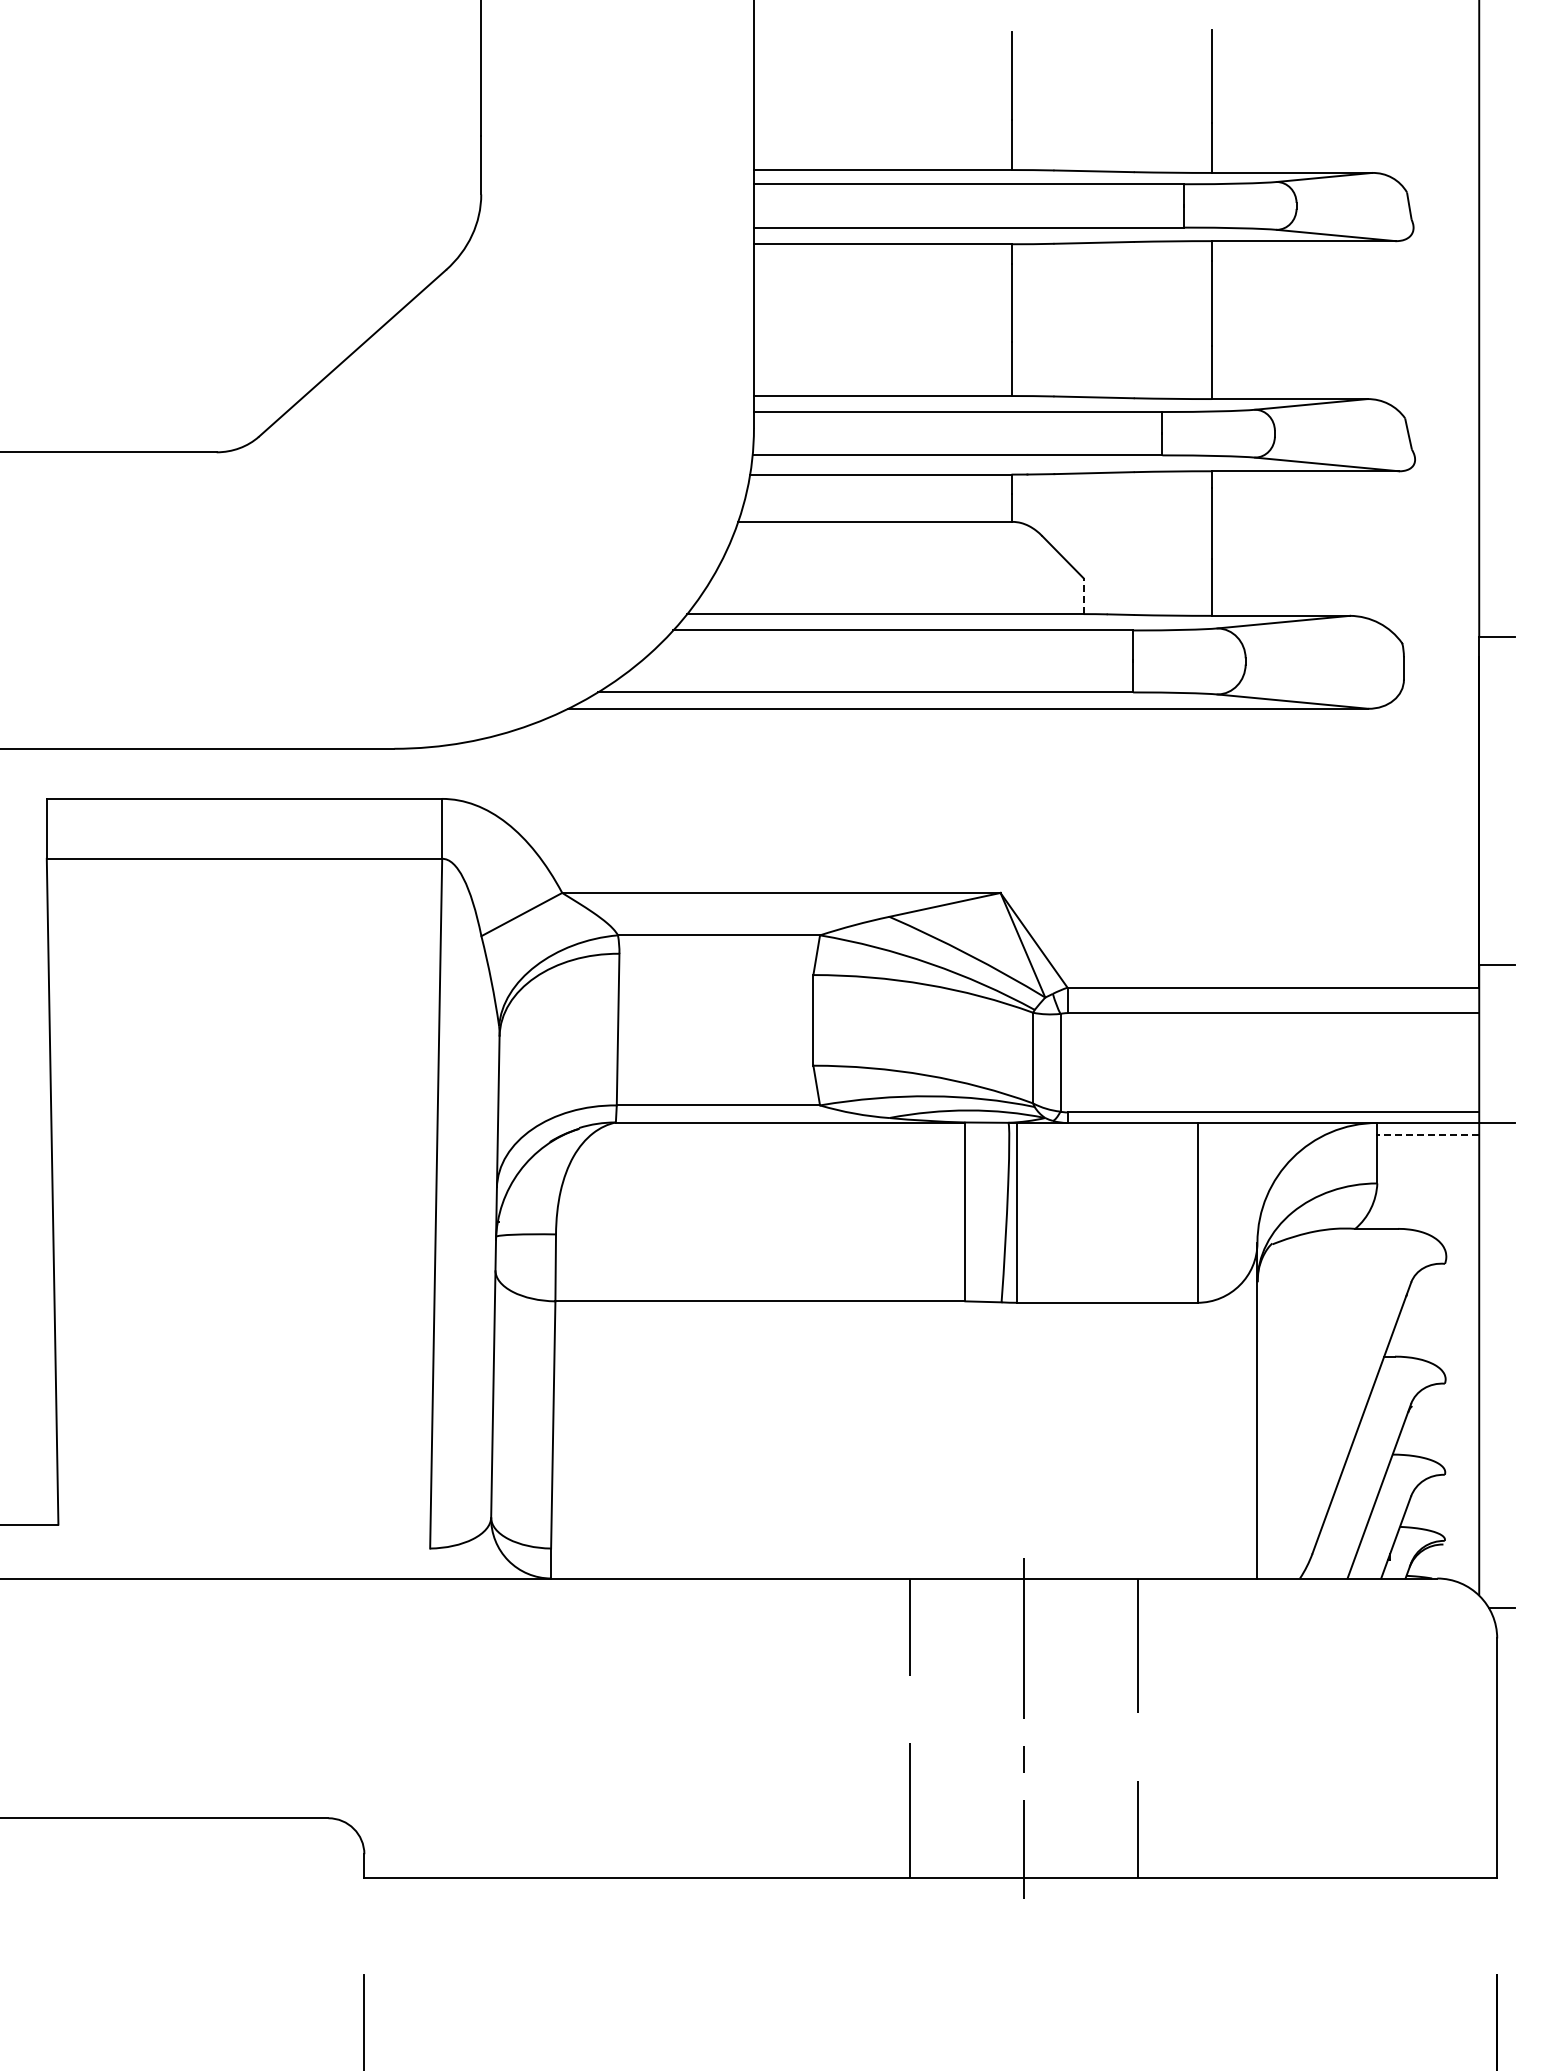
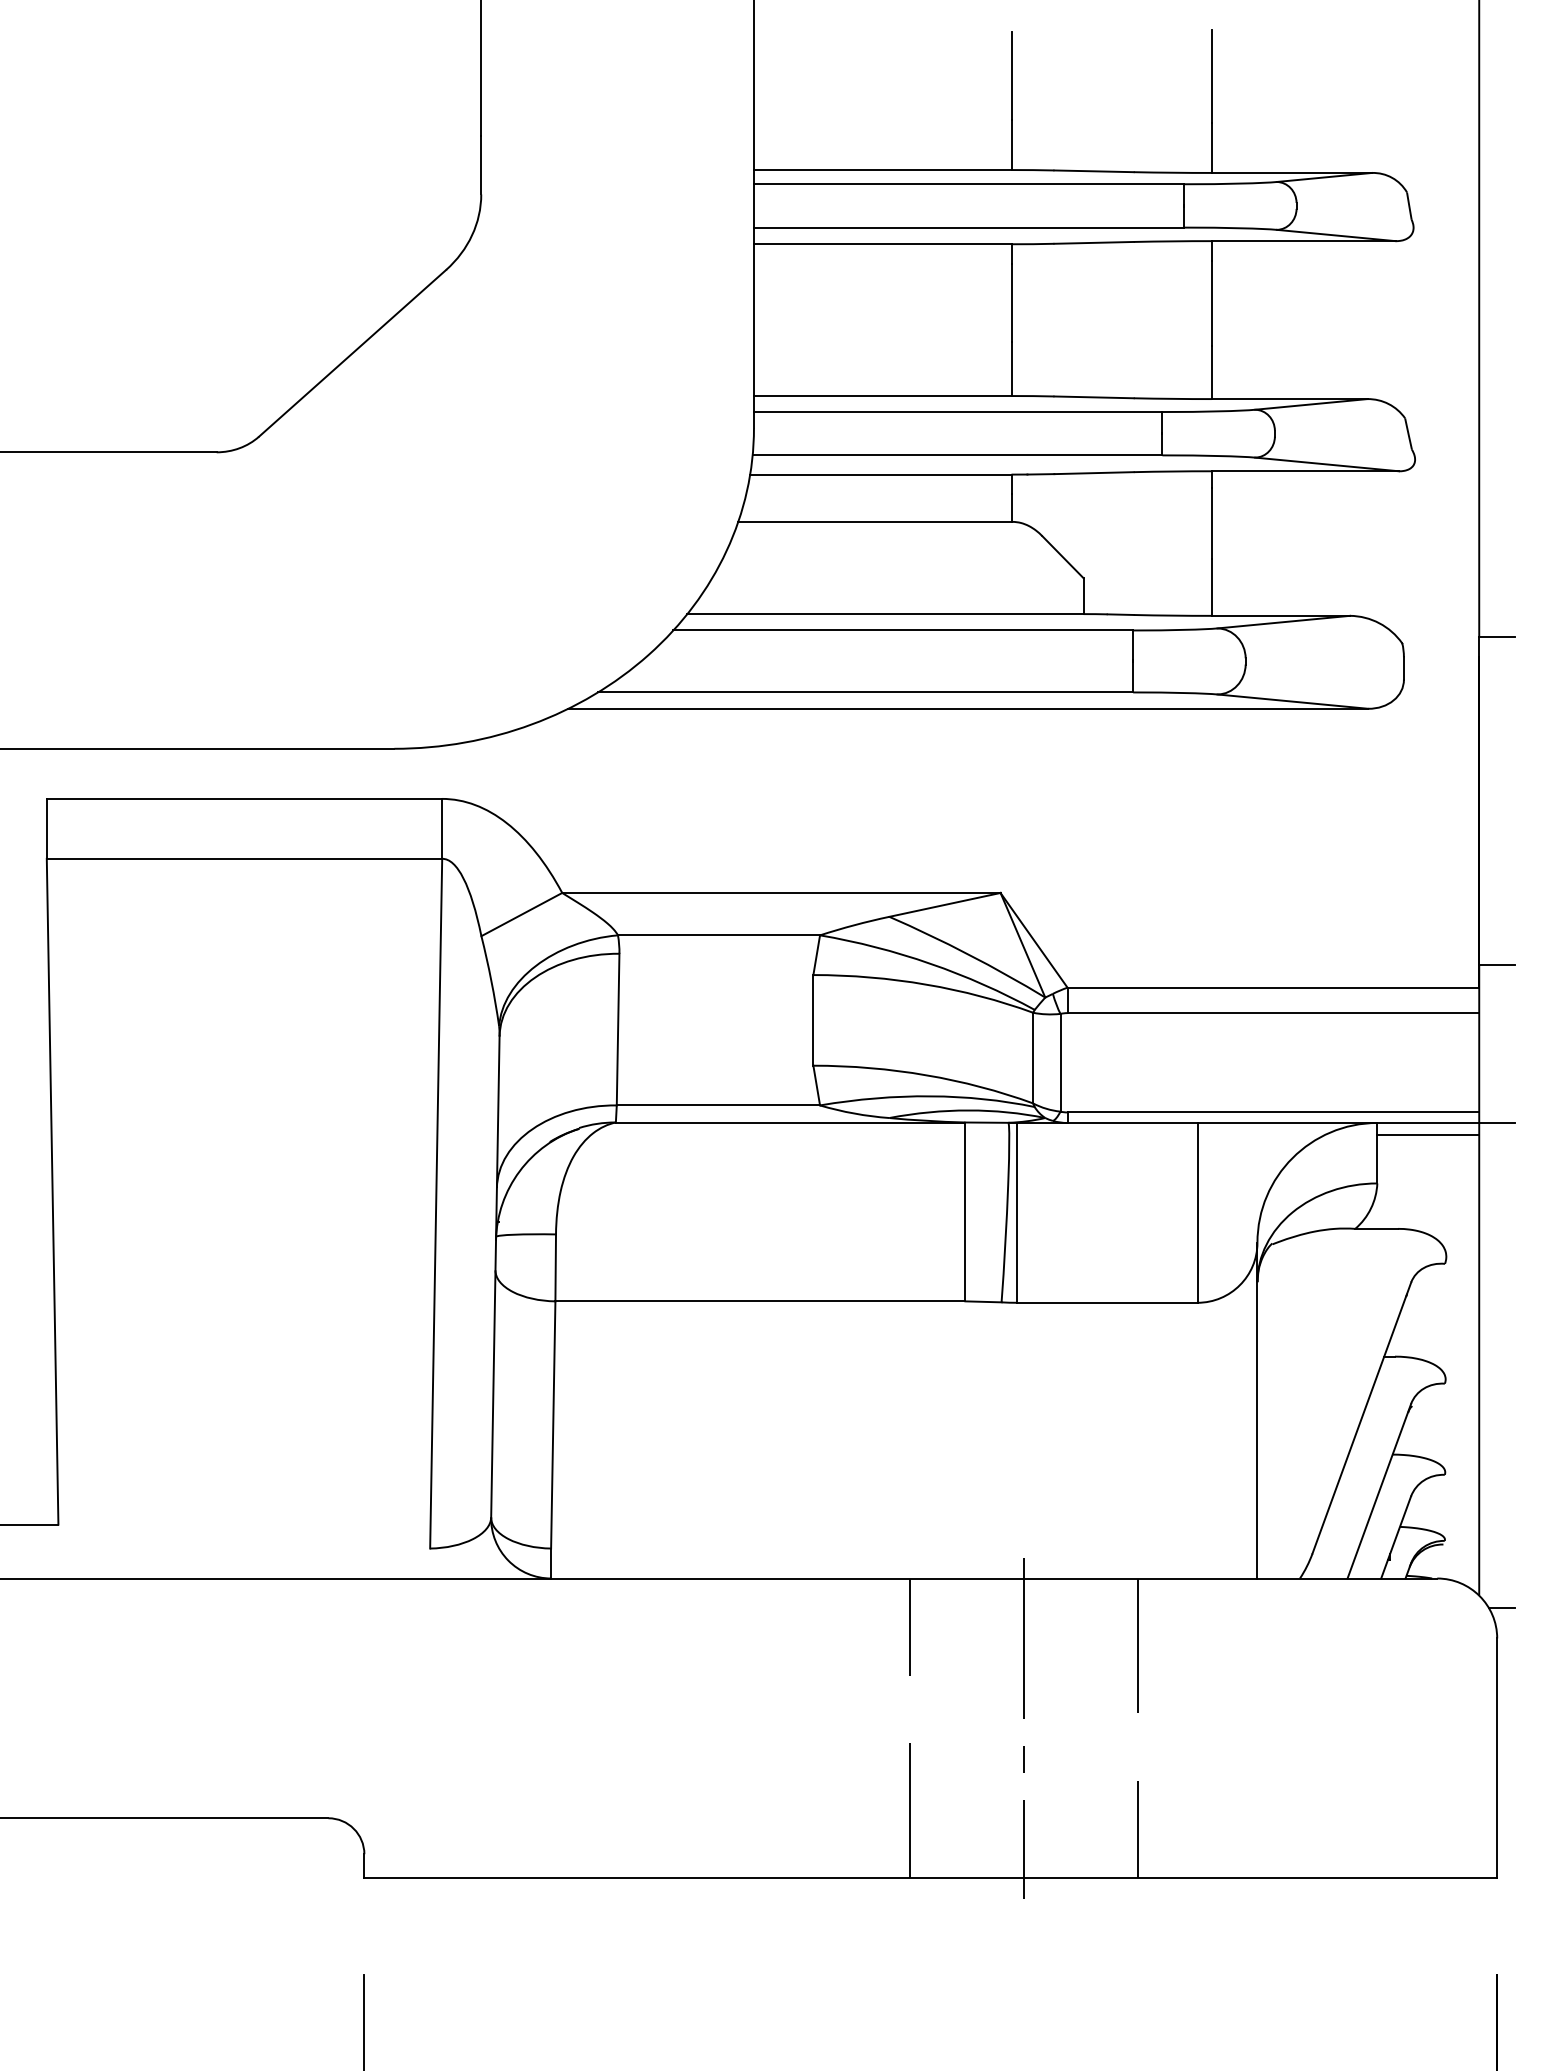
line at (1083, 596): dashed -> solid
line at (1428, 1134): dashed -> solid
